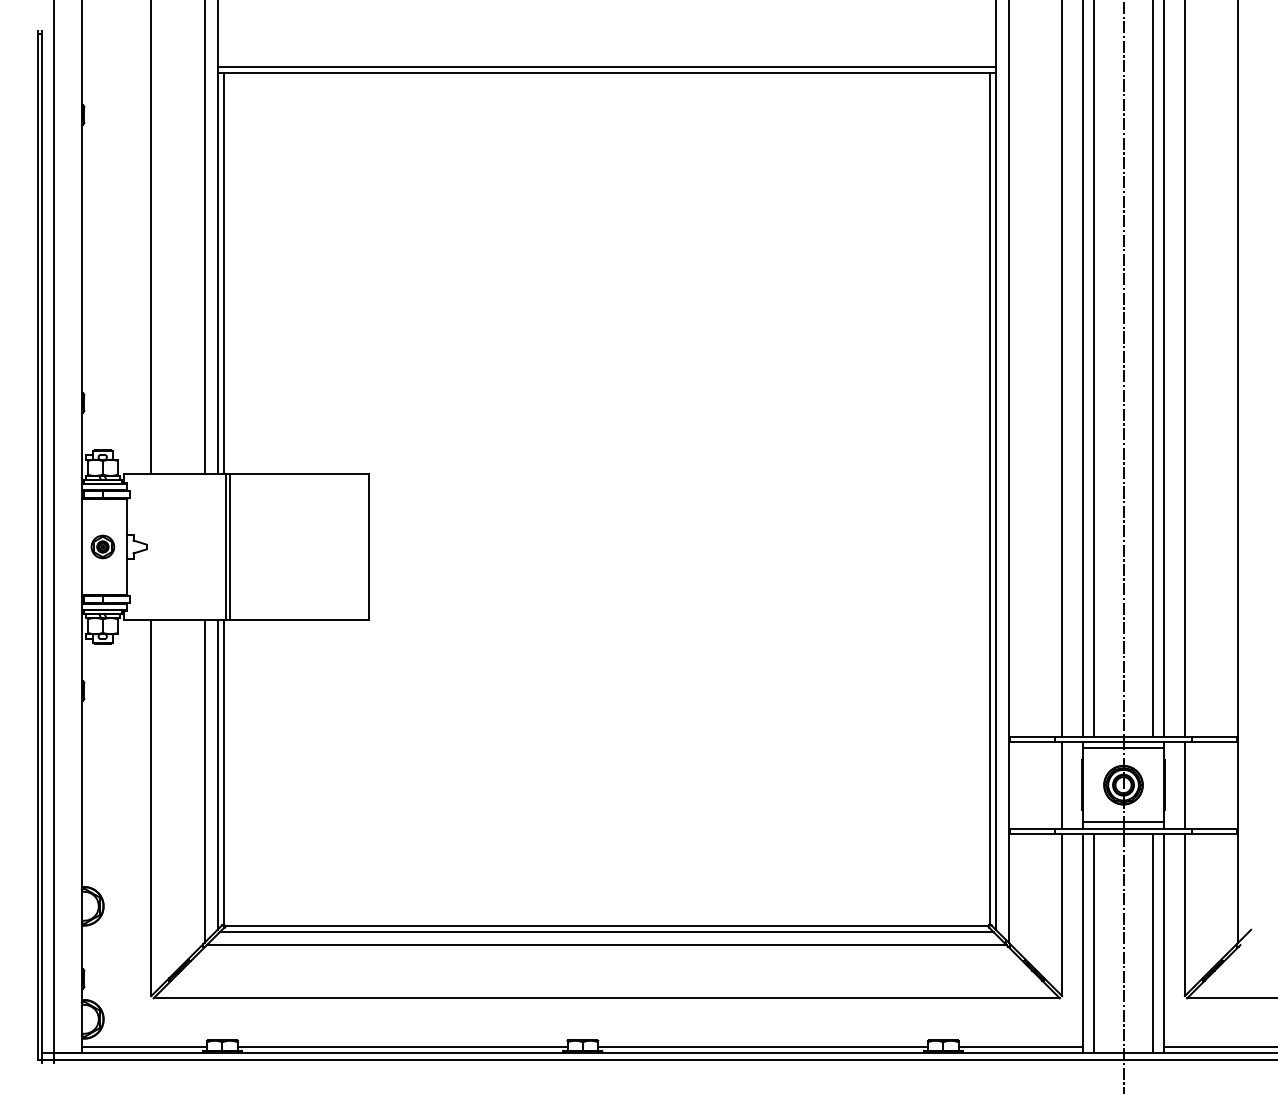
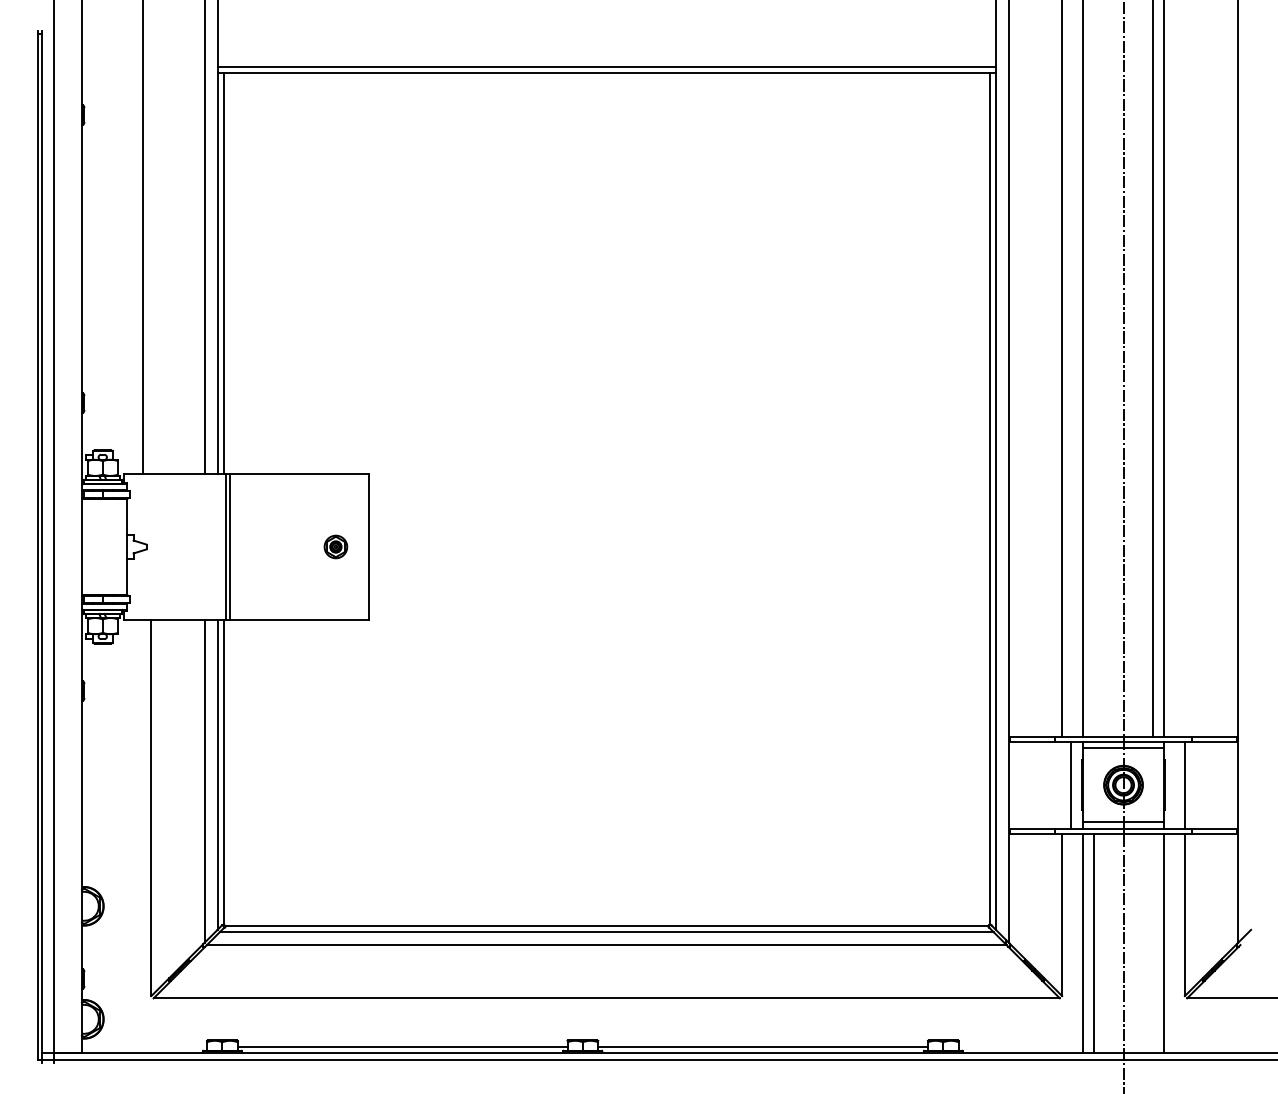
line at (151, 238) position: (151, 238) -> (143, 238)
line at (1094, 369): present -> none
line at (1184, 369): present -> none
part at (102, 546) position: (102, 546) -> (335, 546)
line at (1062, 784) position: (1062, 784) -> (1071, 784)
line at (1152, 943): present -> none
line at (144, 1046): present -> none
line at (1020, 1046): present -> none
line at (1218, 1046): present -> none
